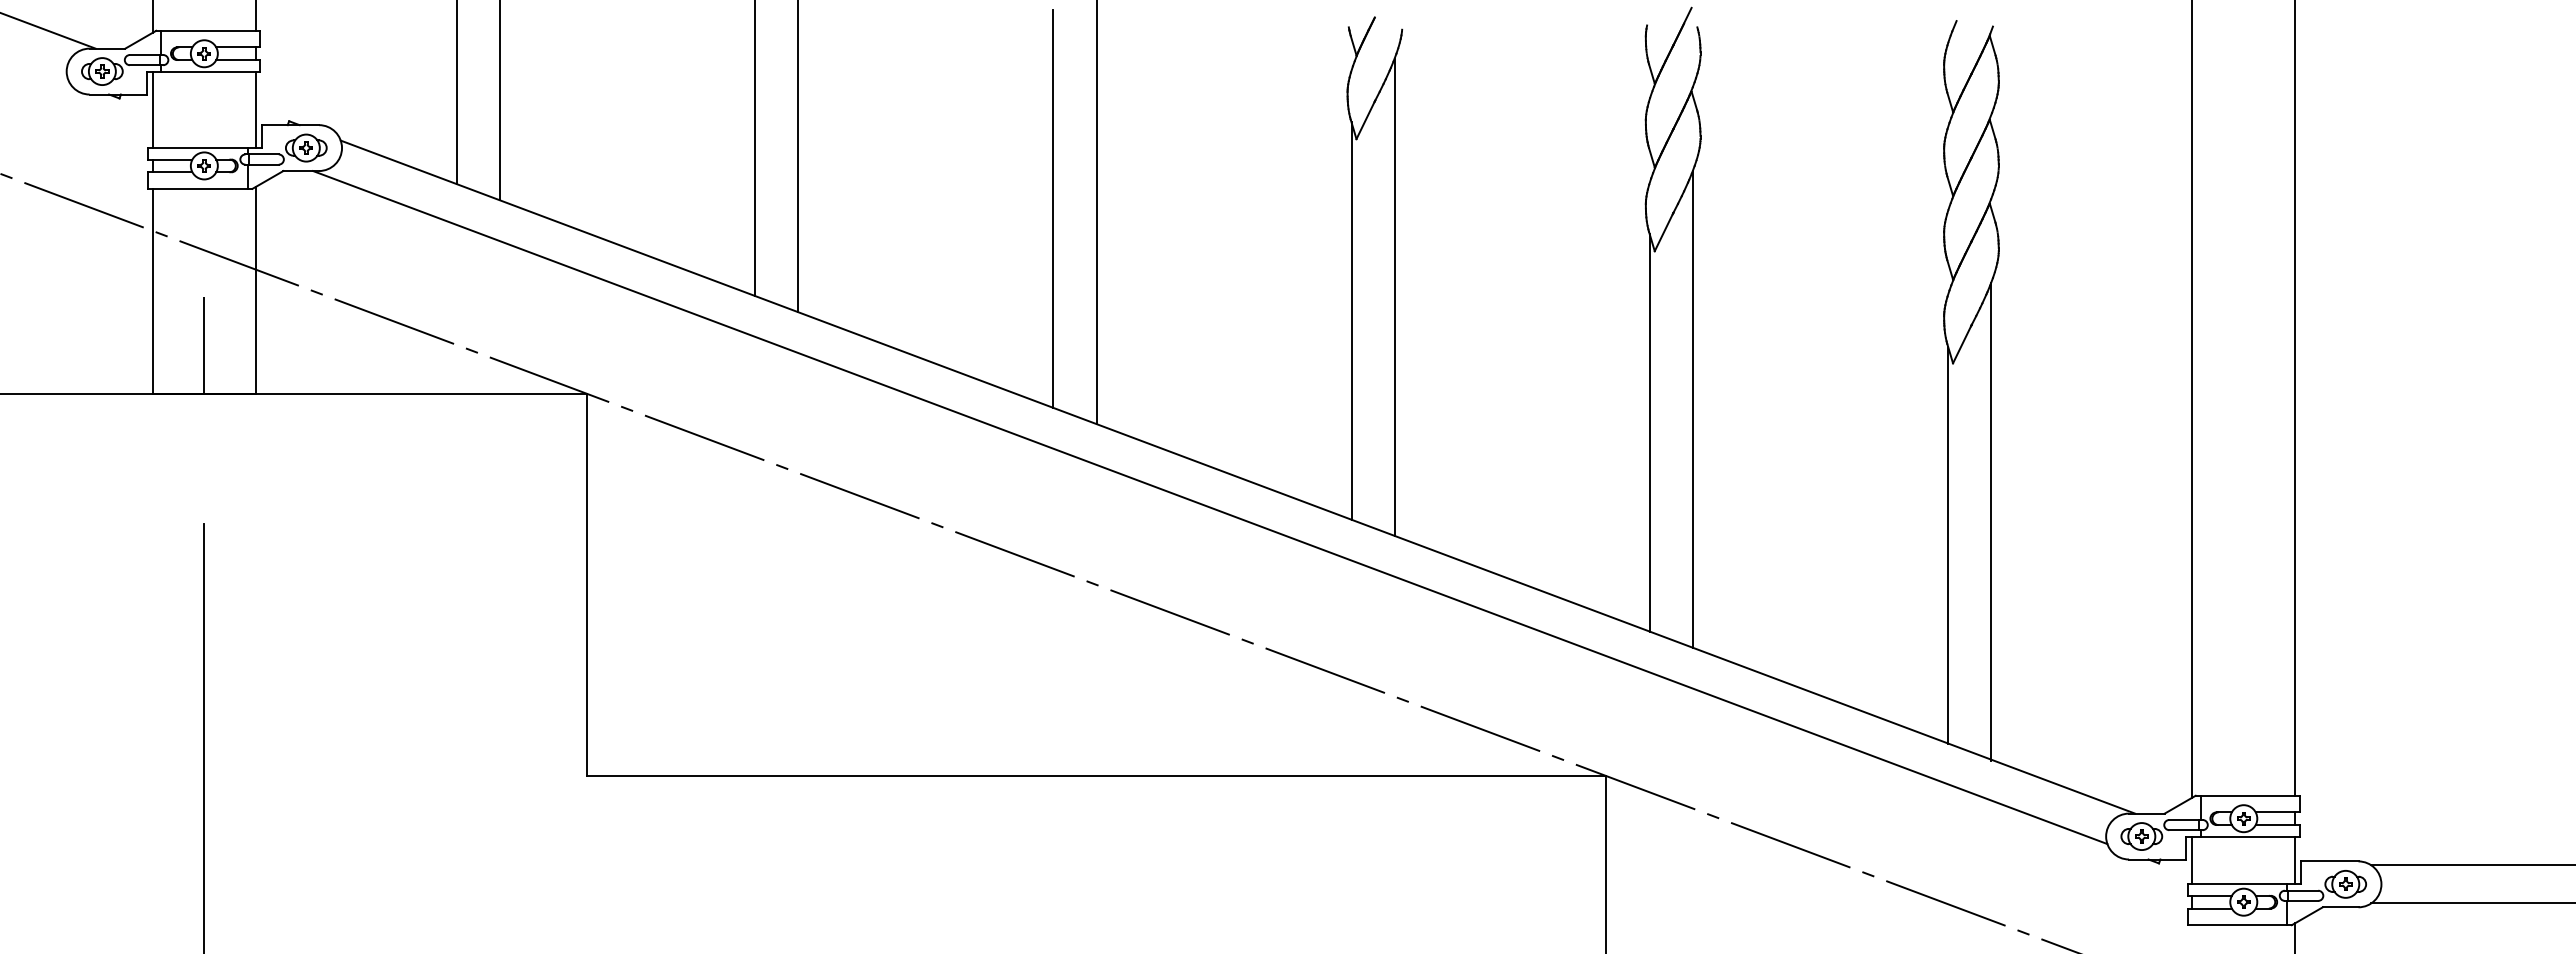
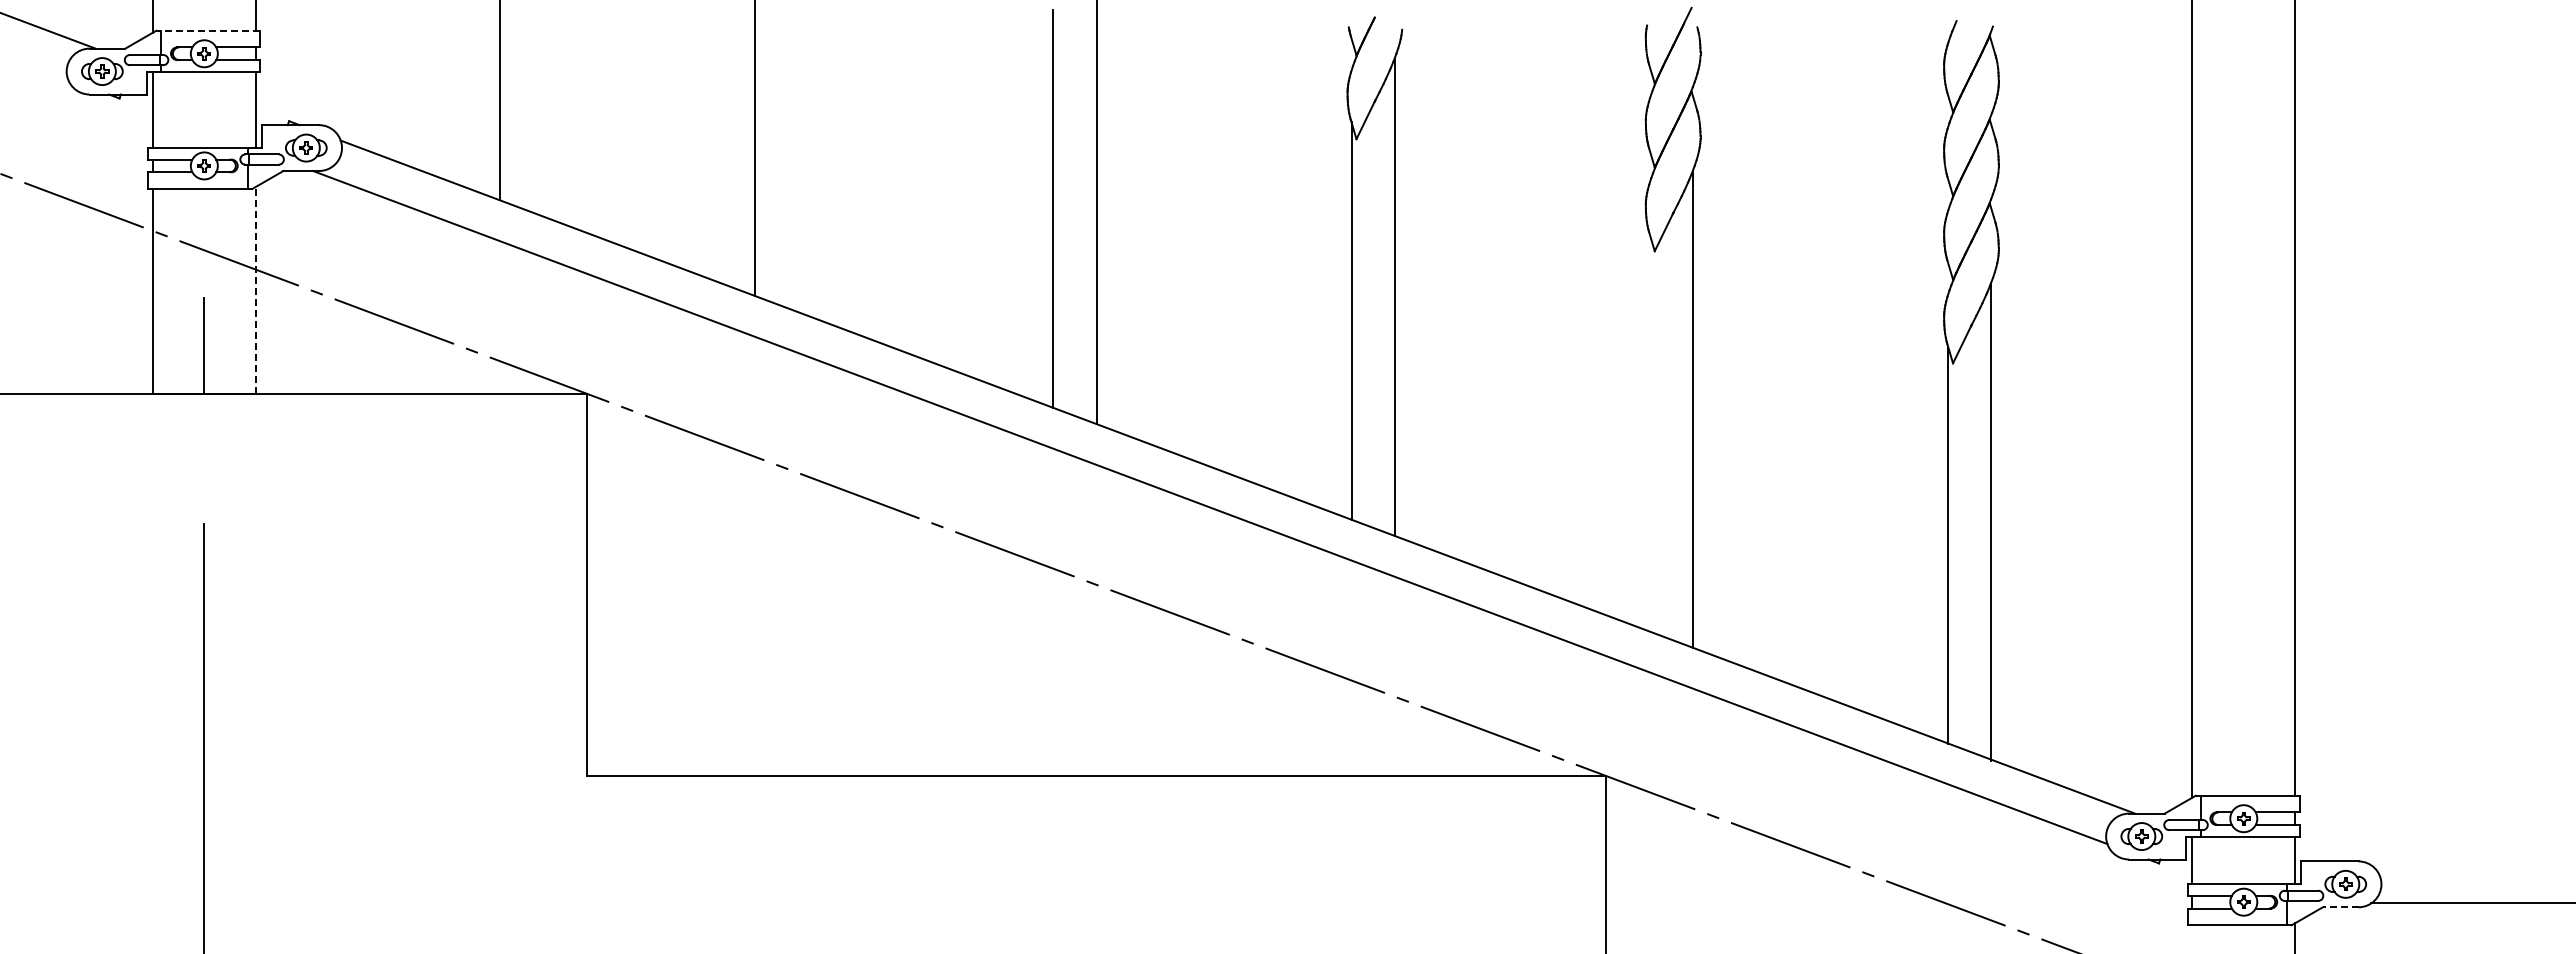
line at (207, 30): solid -> dashed
line at (456, 92): present -> none
line at (798, 157): present -> none
line at (255, 289): solid -> dashed
line at (1649, 433): present -> none
line at (2471, 865): present -> none
line at (2340, 907): solid -> dashed
